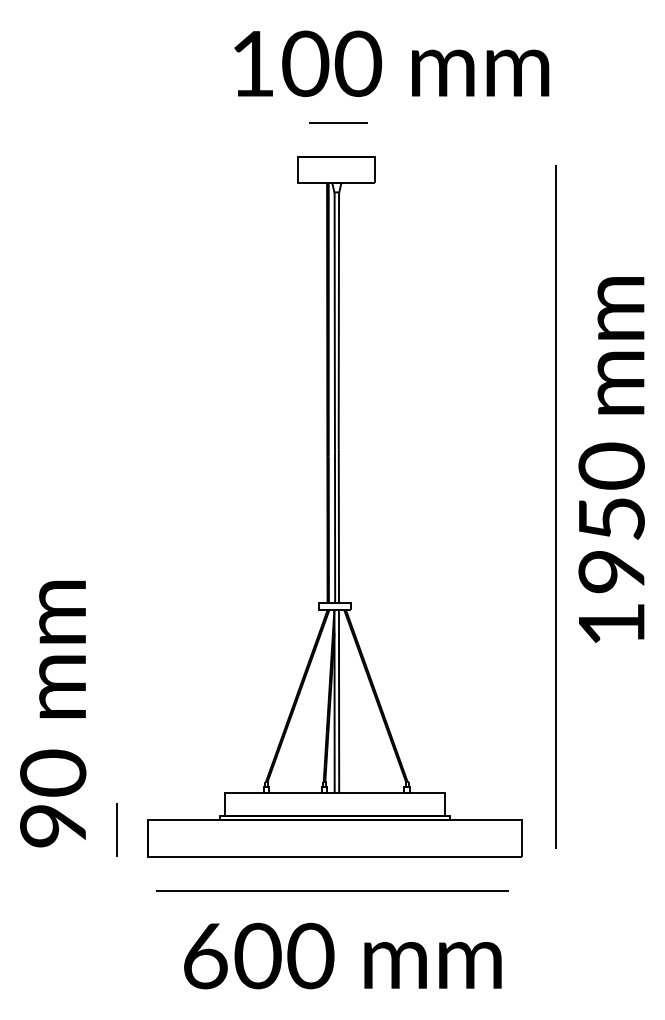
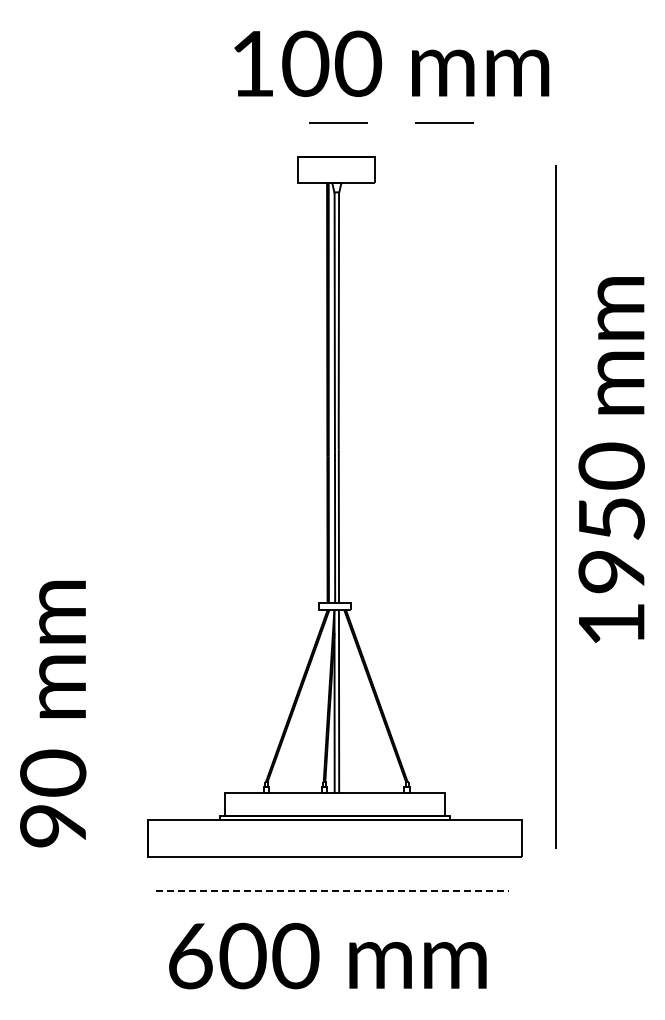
line at (444, 122): none -> present
line at (116, 829): present -> none
line at (332, 891): solid -> dashed
text at (342, 955) position: (342, 955) -> (327, 955)
